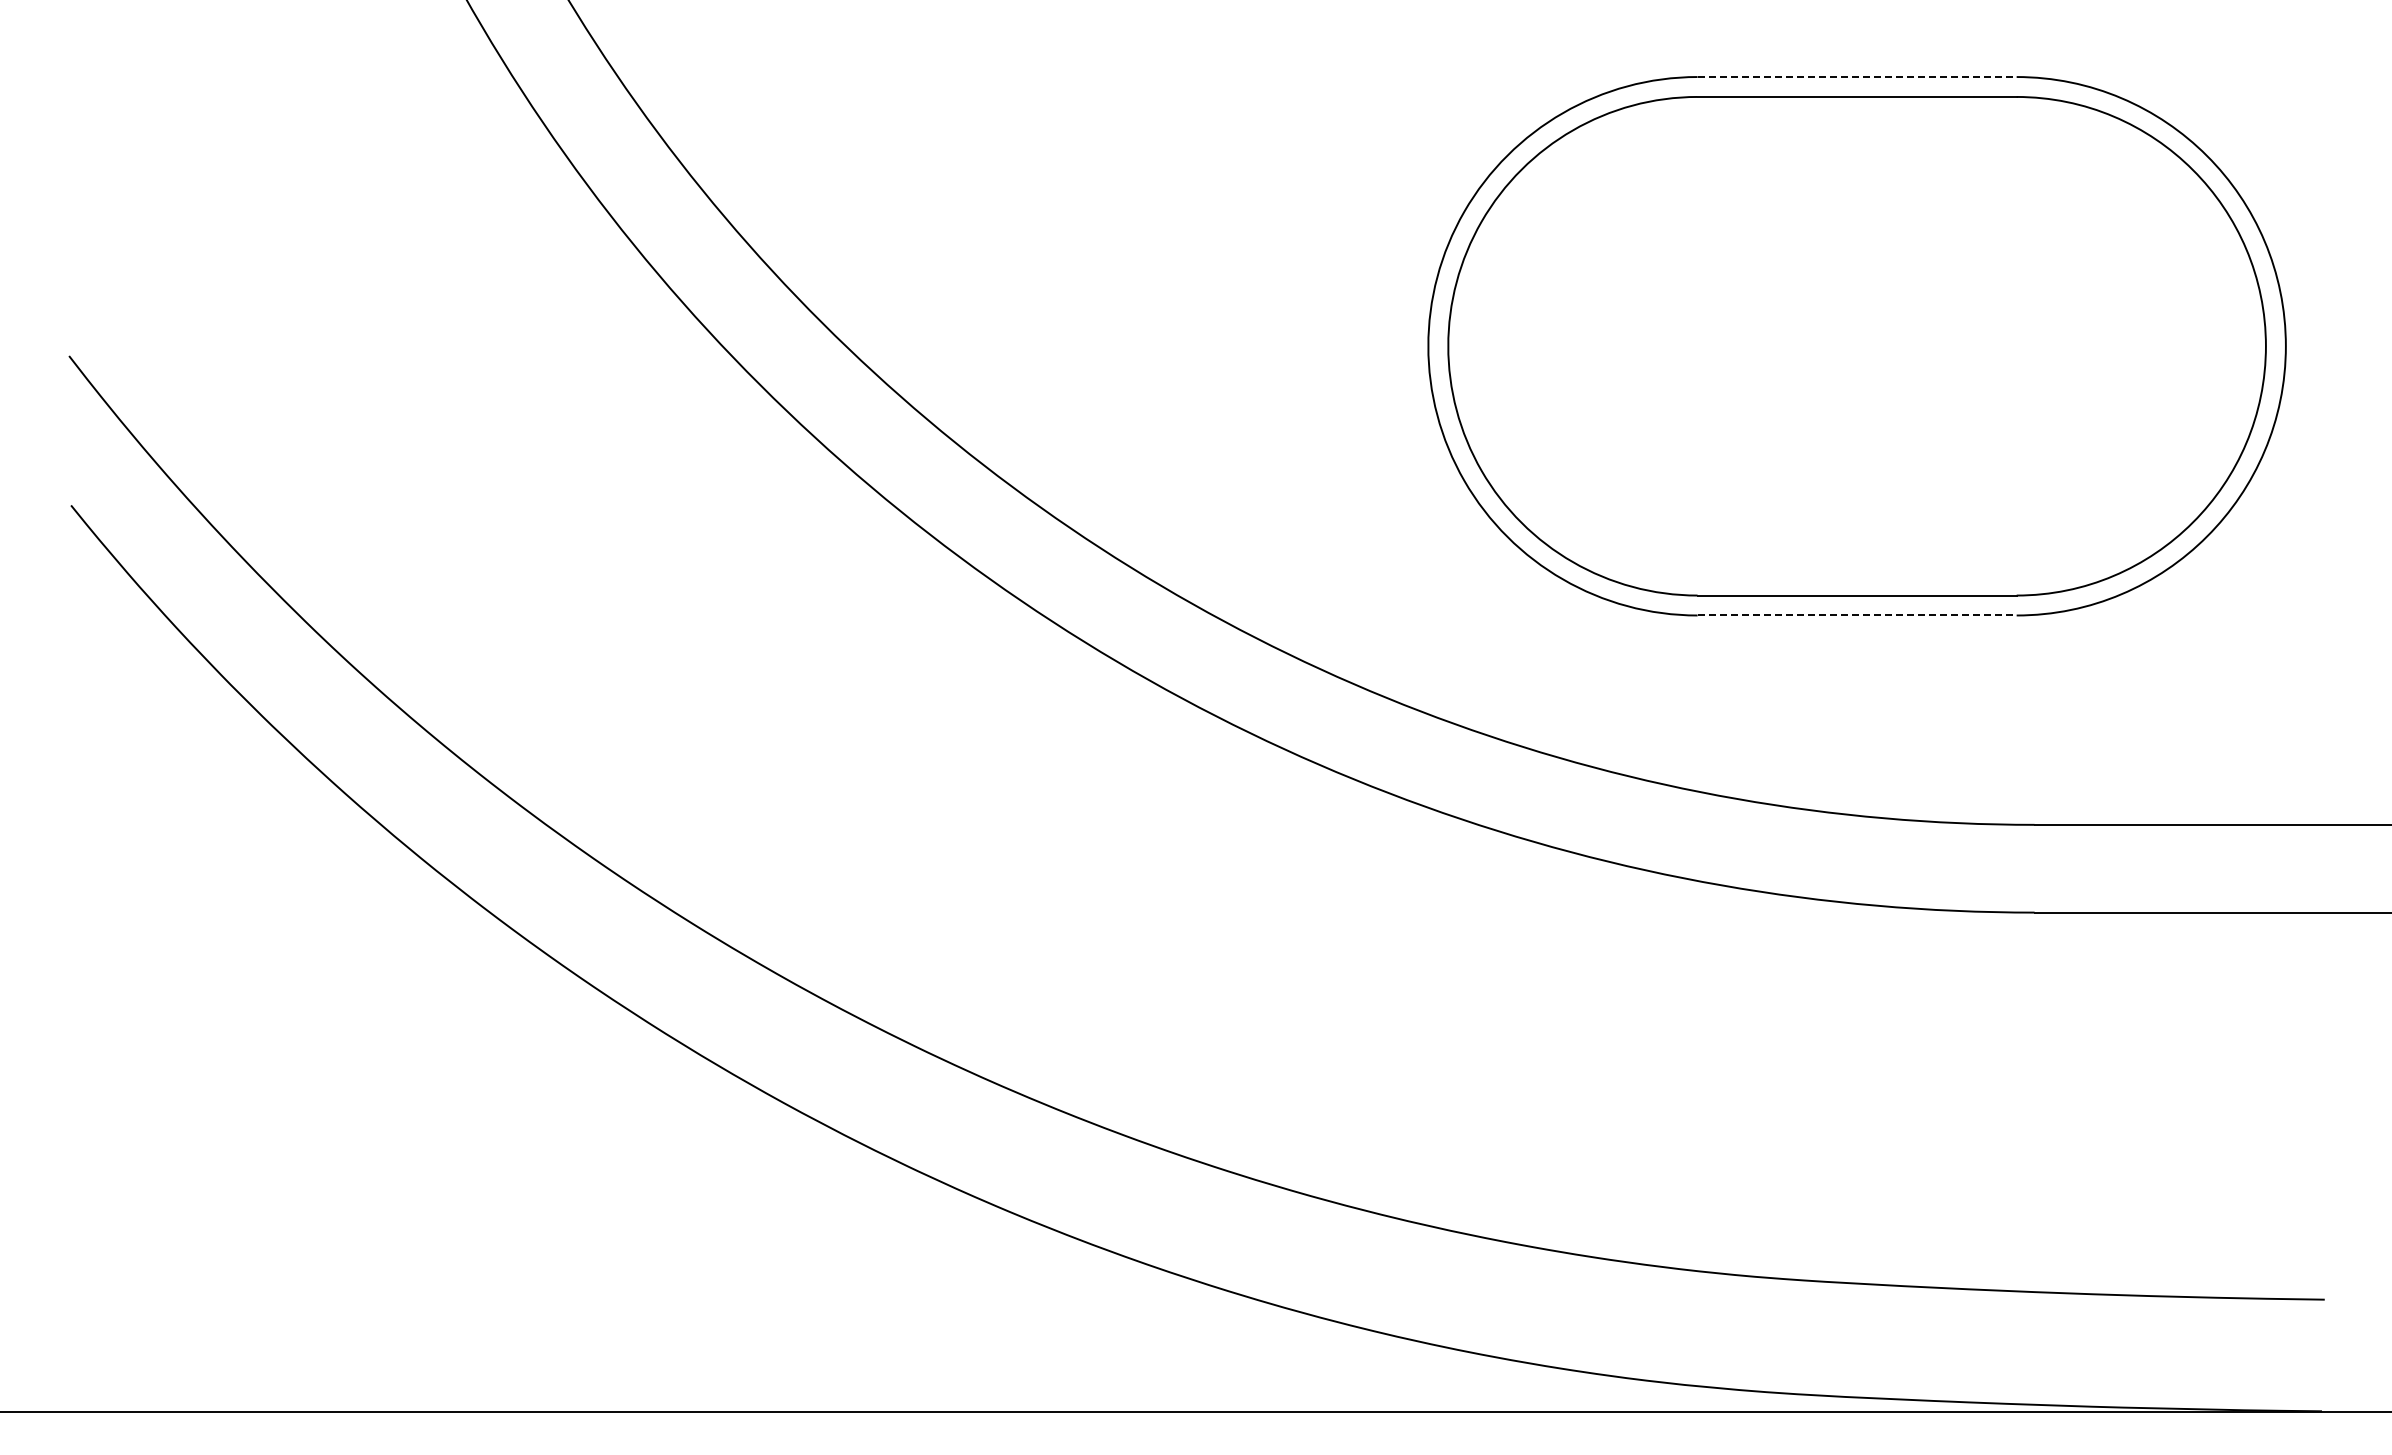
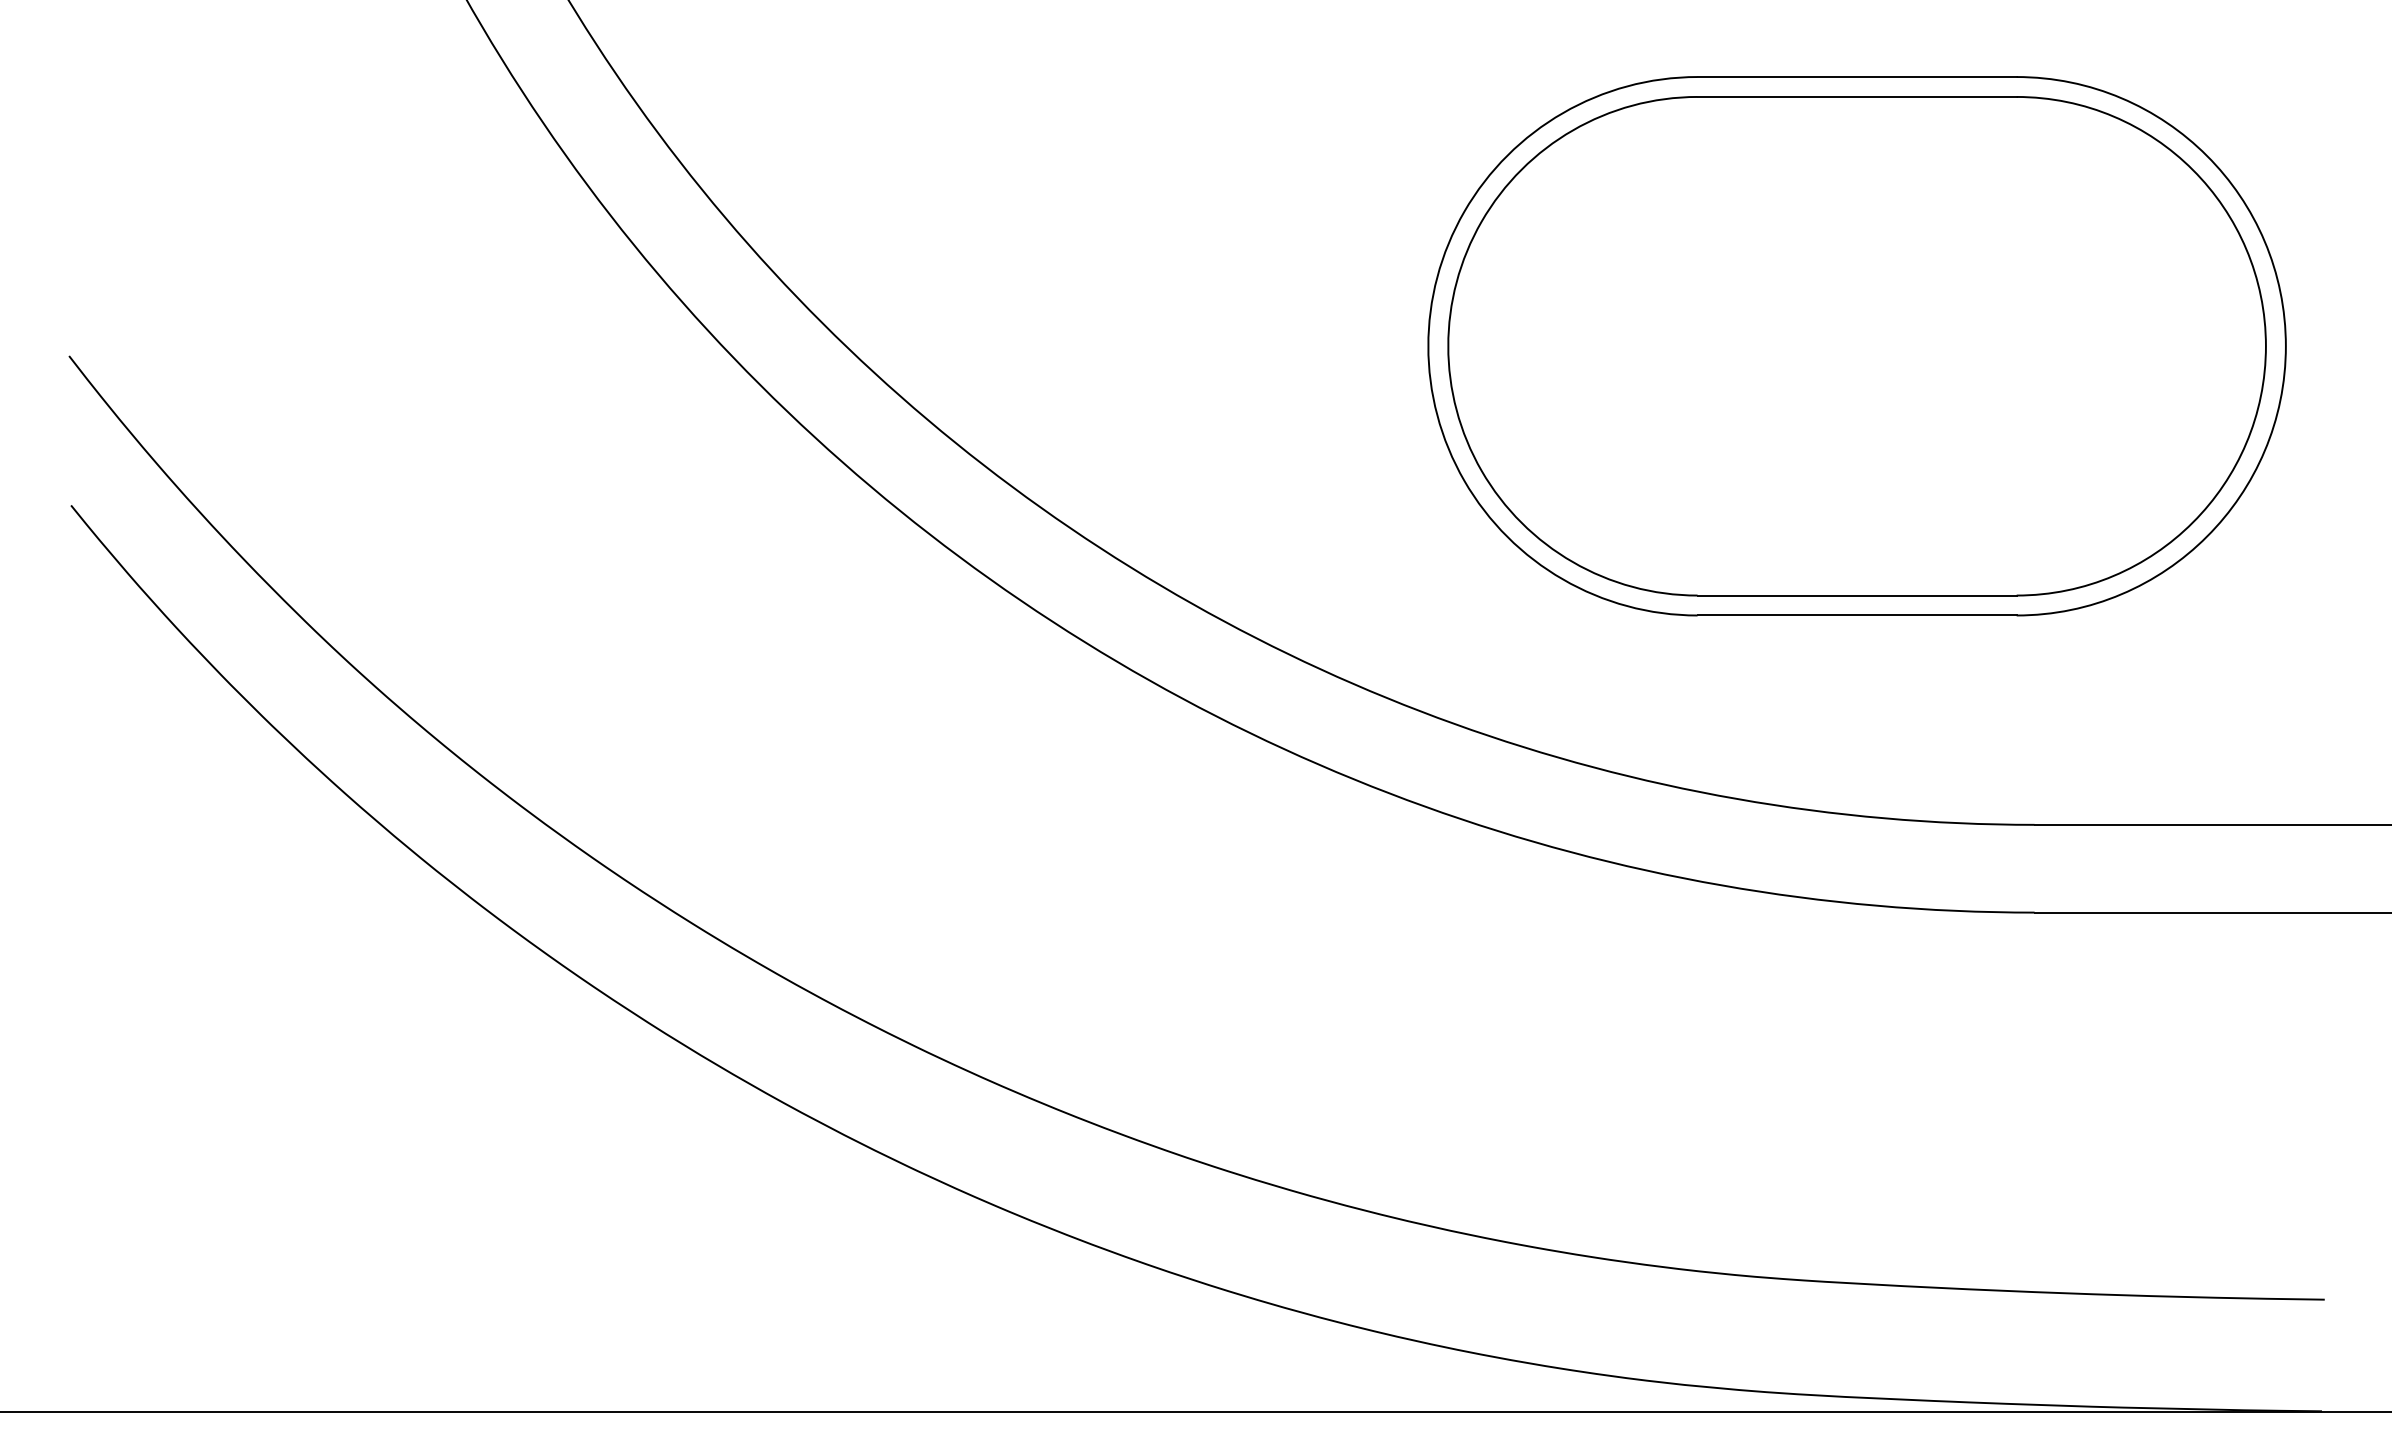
line at (1857, 77): dashed -> solid
line at (1857, 615): dashed -> solid
